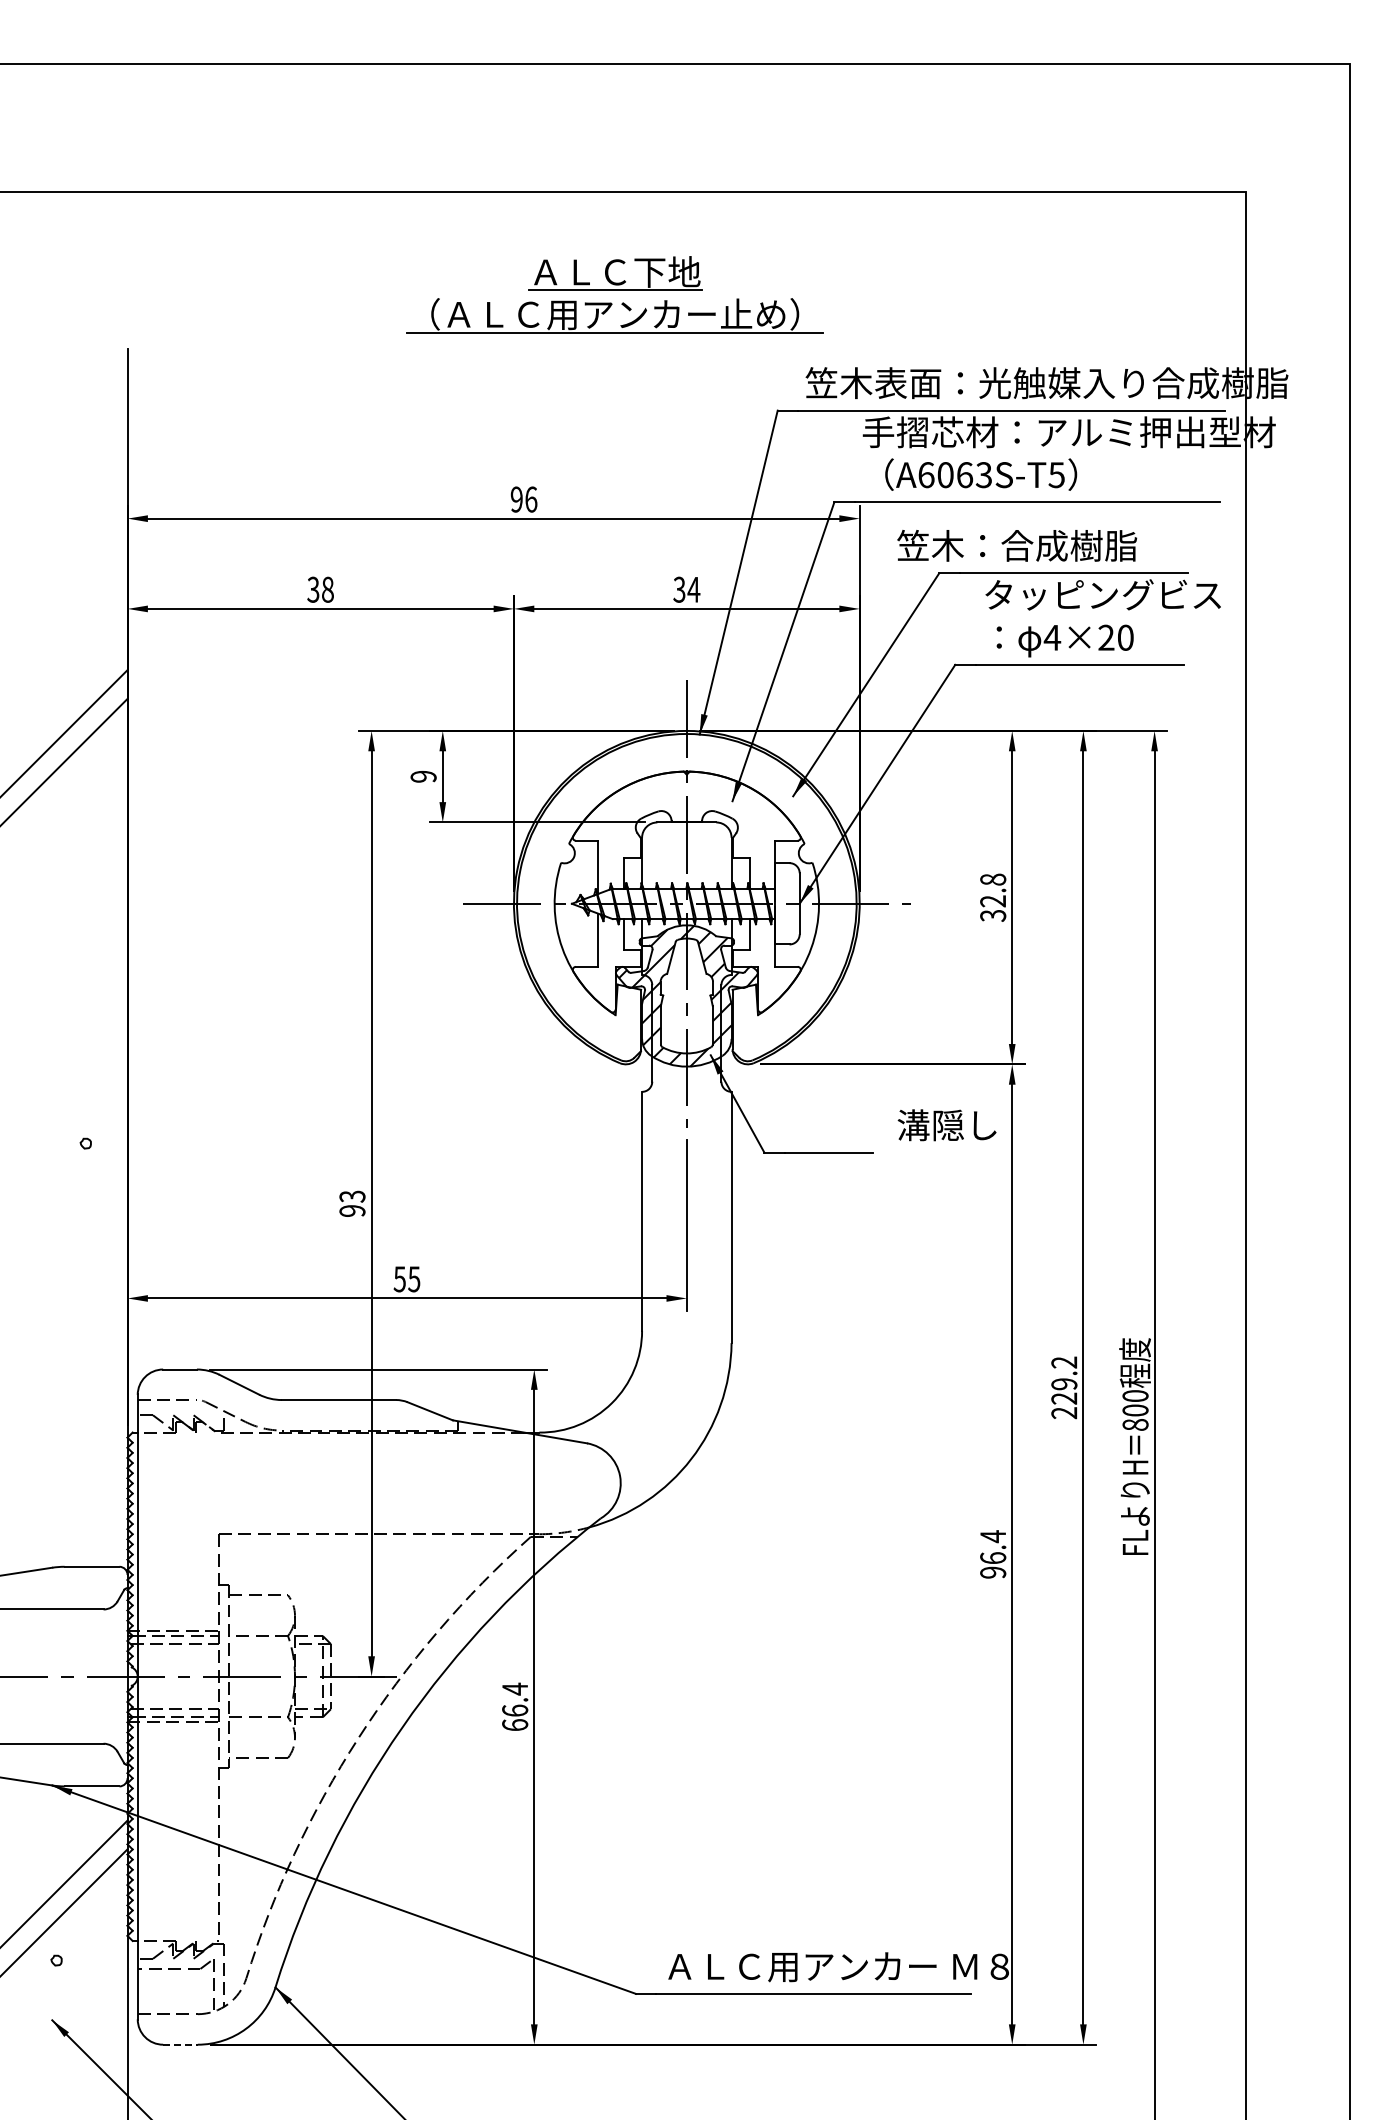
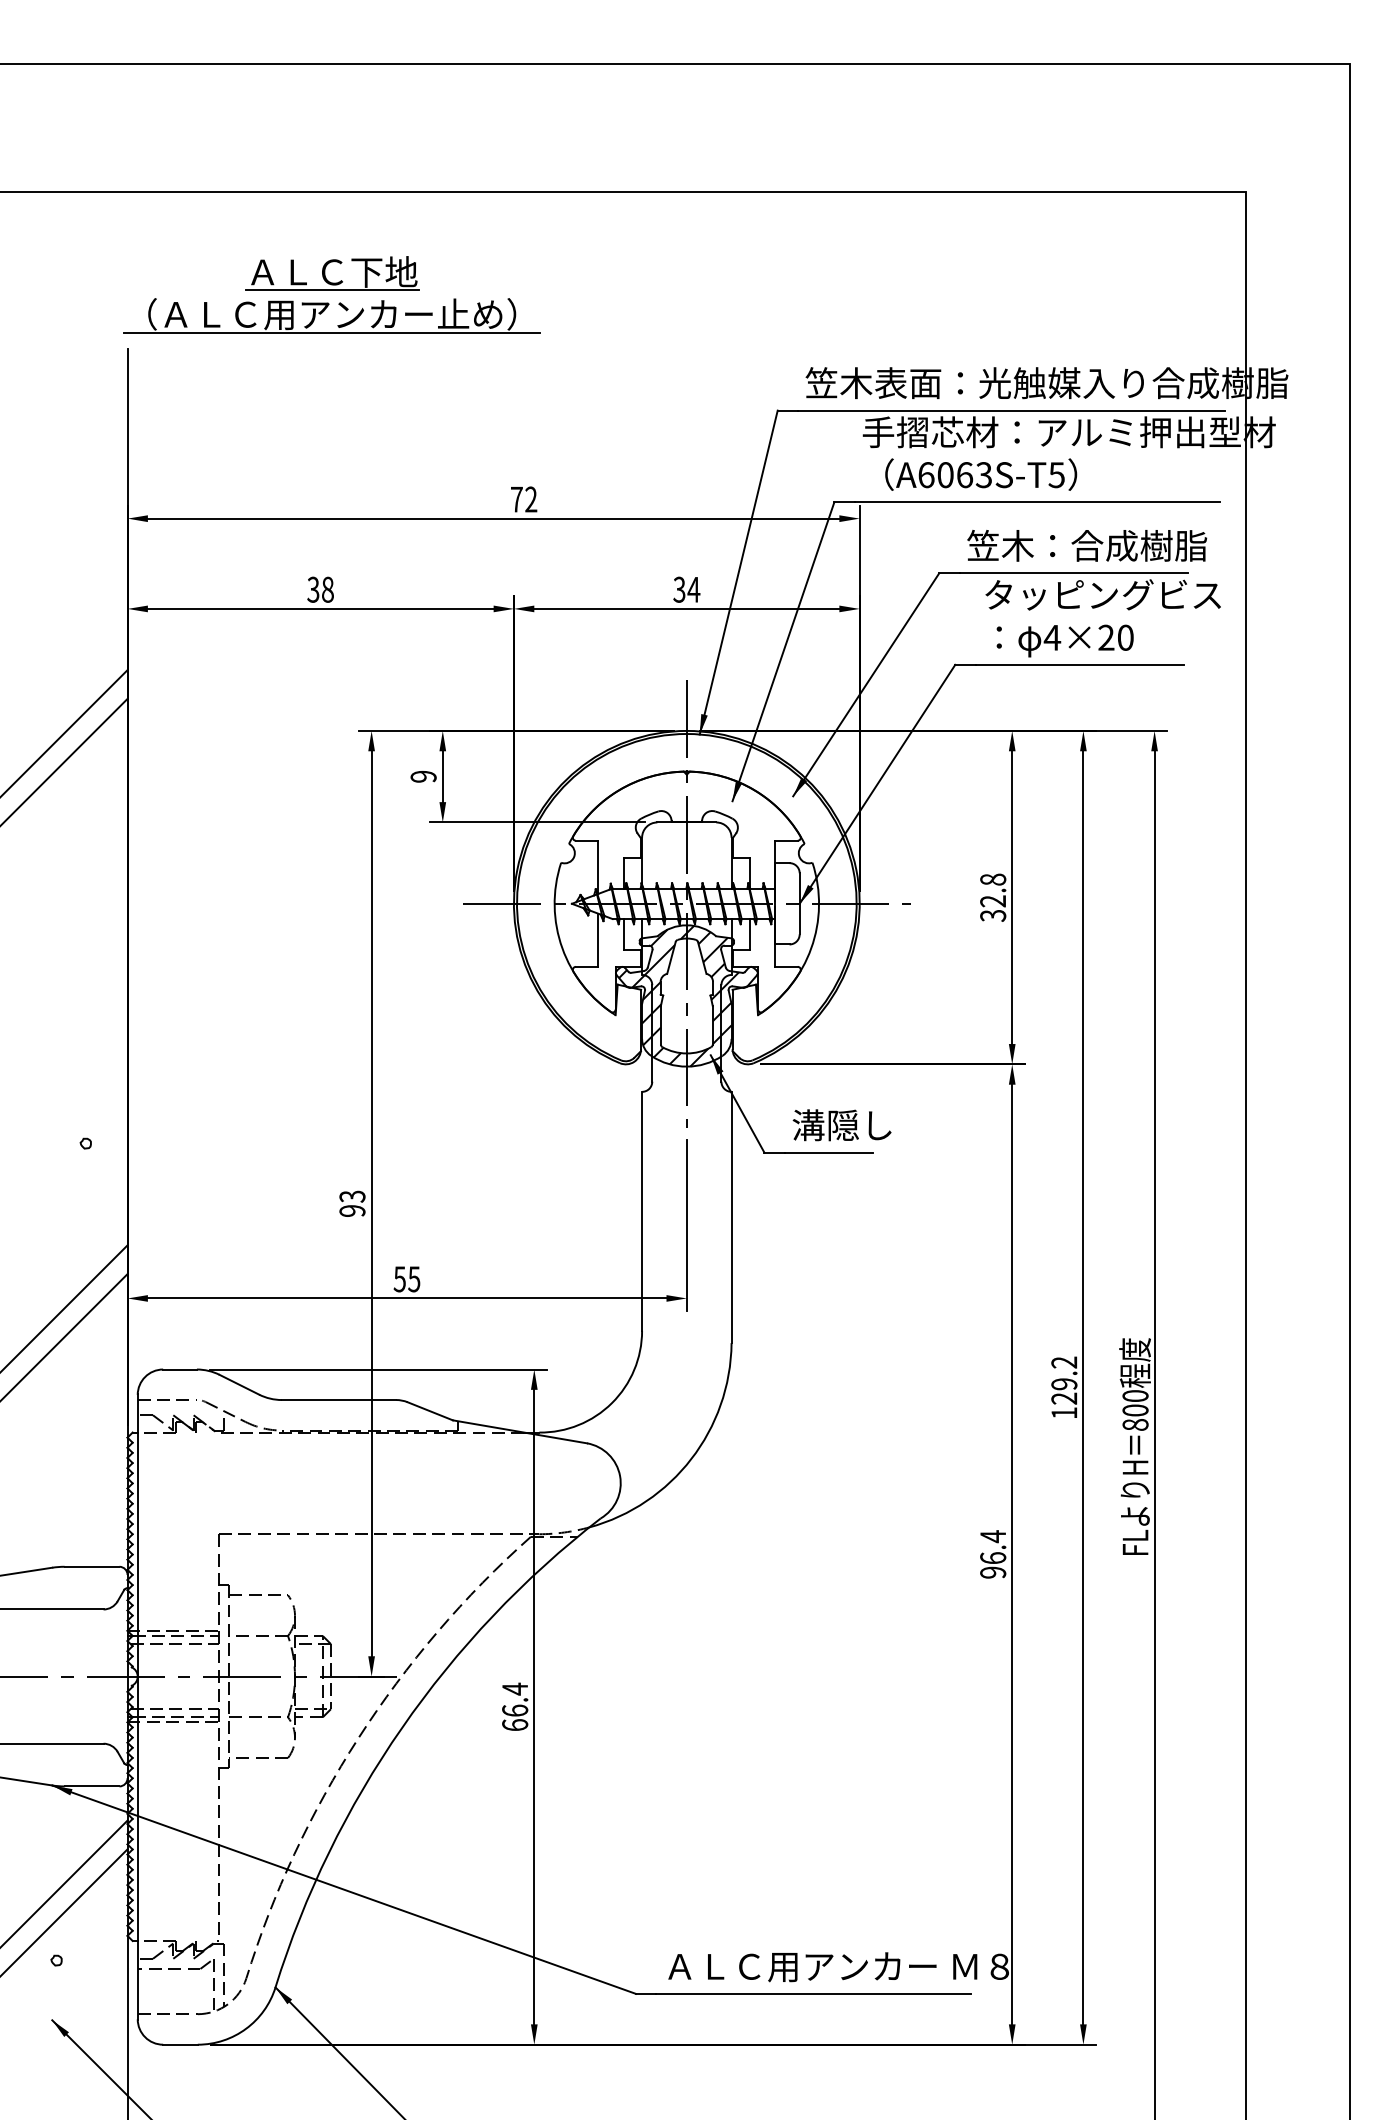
part at (614, 294) position: (614, 294) -> (331, 294)
text at (523, 499): 96 -> 72
text at (1017, 545) position: (1017, 545) -> (1087, 545)
text at (946, 1125) position: (946, 1125) -> (841, 1125)
line at (64, 1307): none -> present
line at (64, 1336): none -> present
text at (1064, 1413): 229.2 -> 129.2
line at (180, 2044): dashed -> solid
